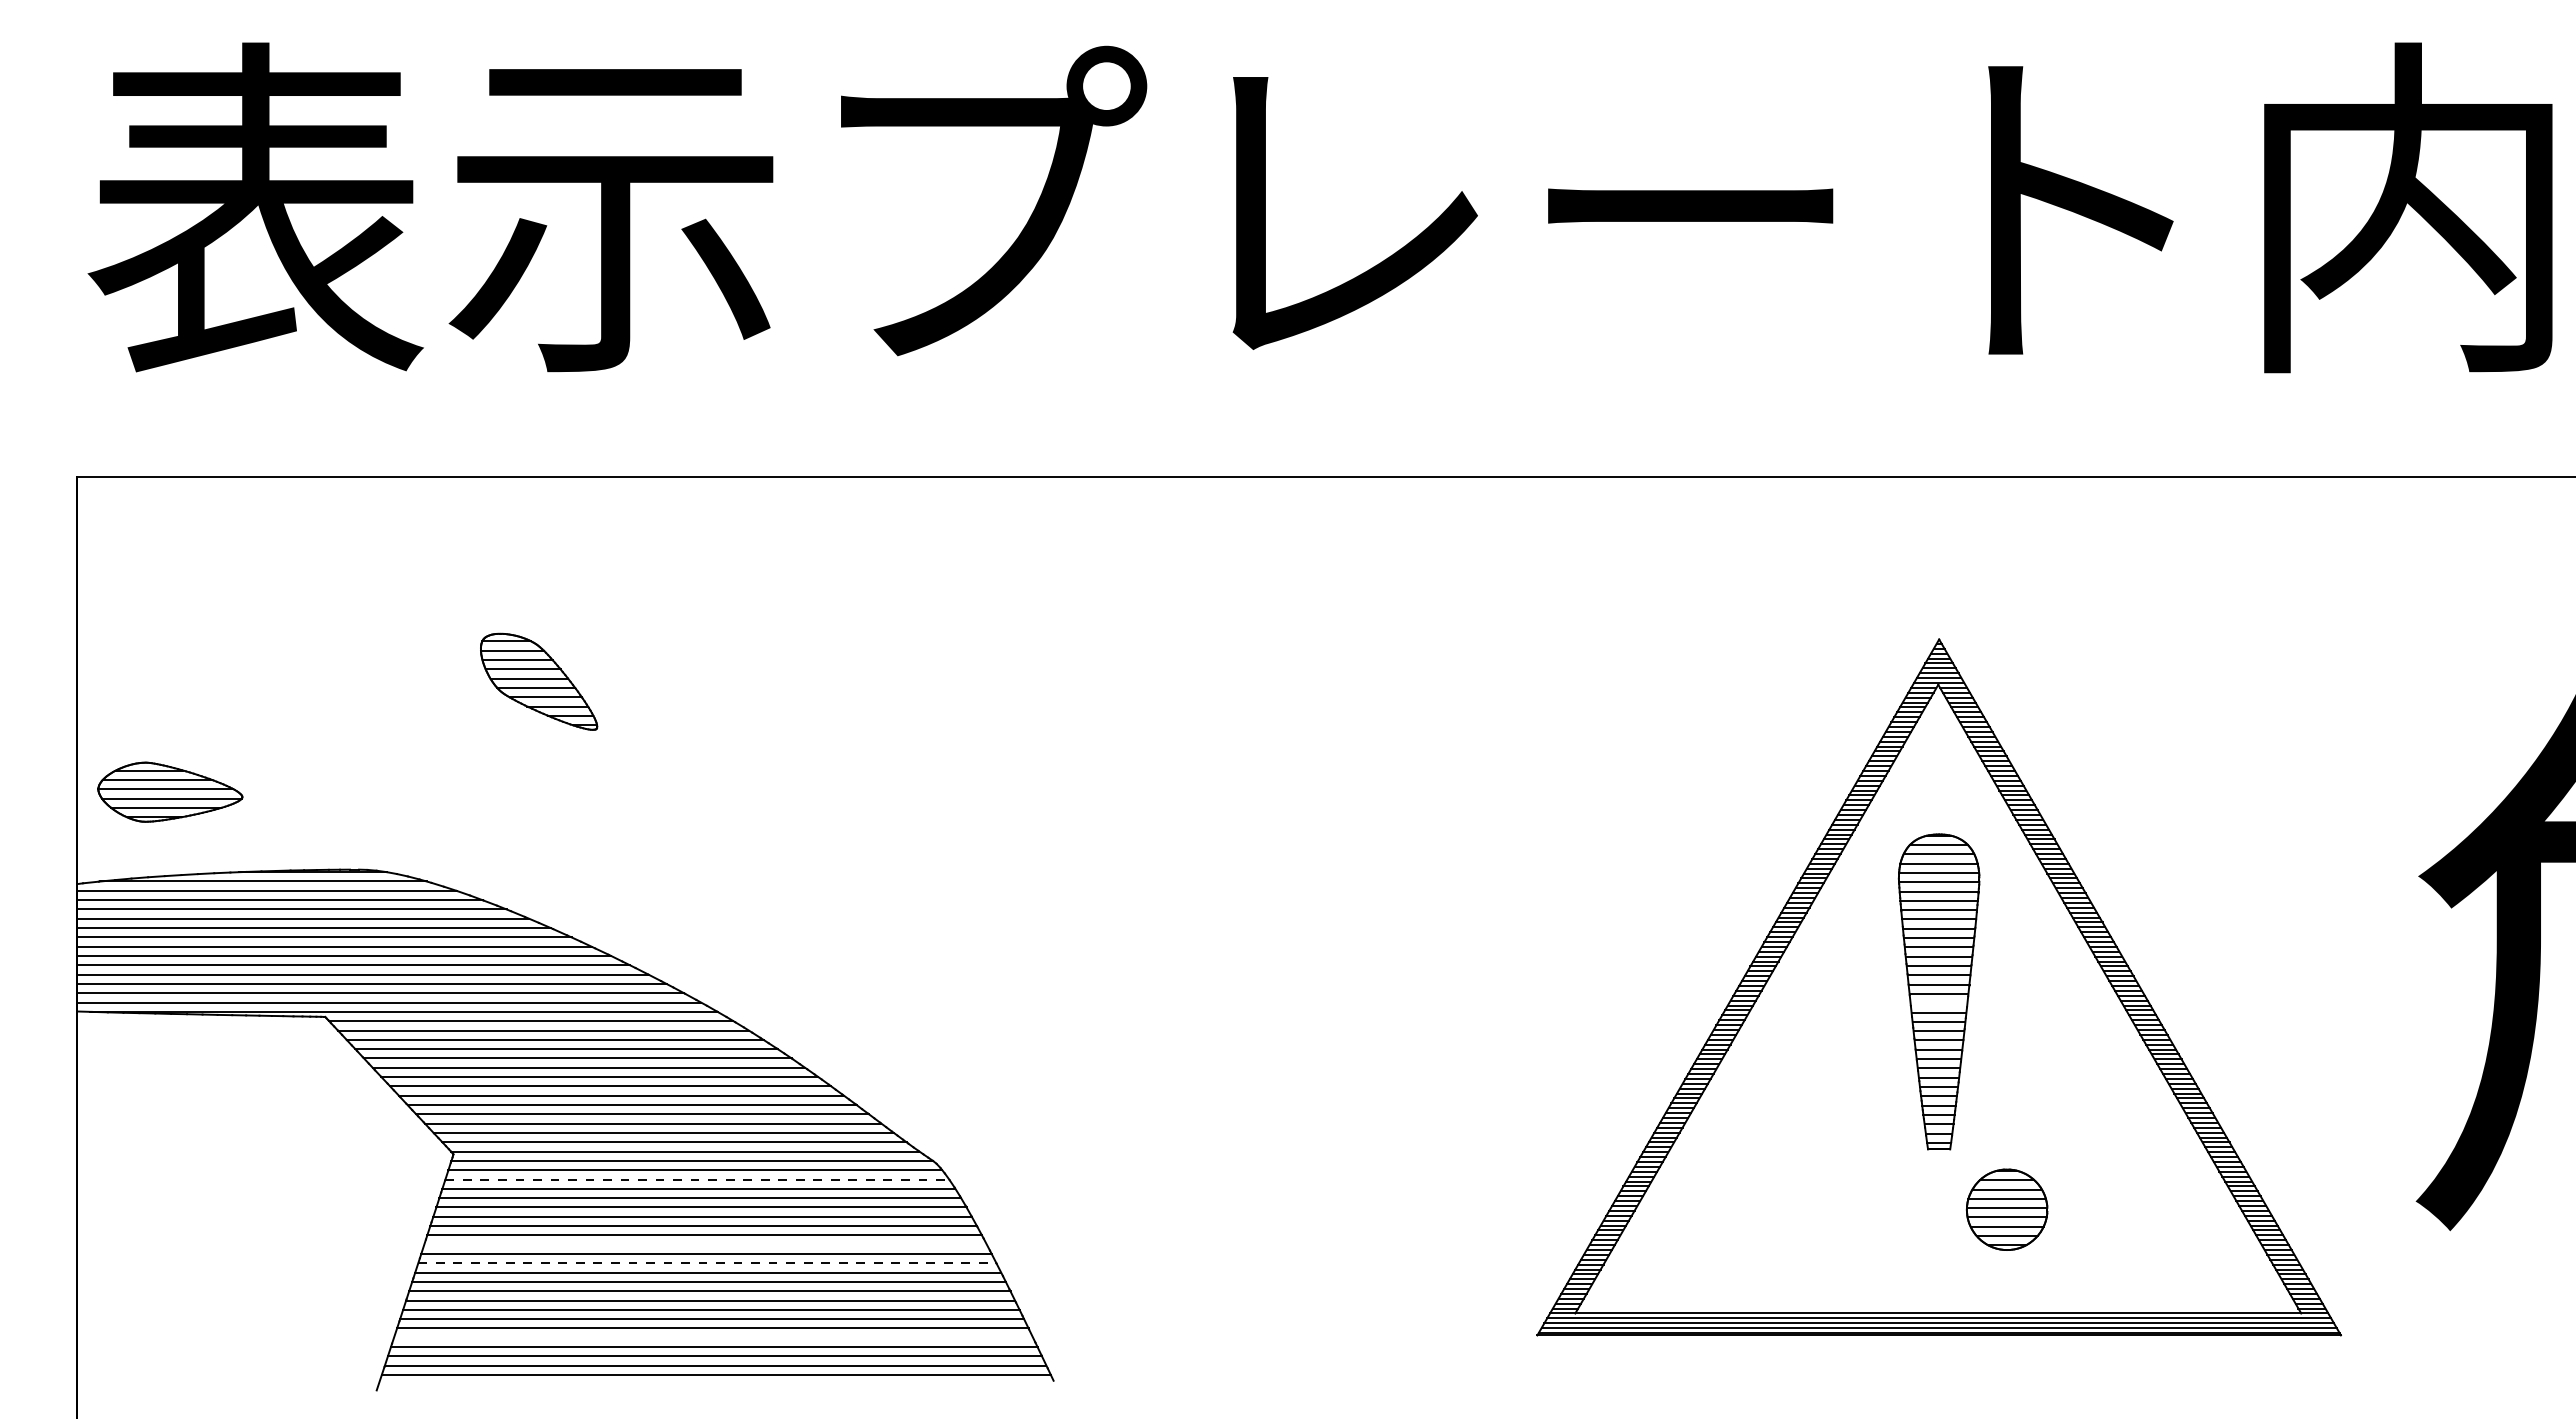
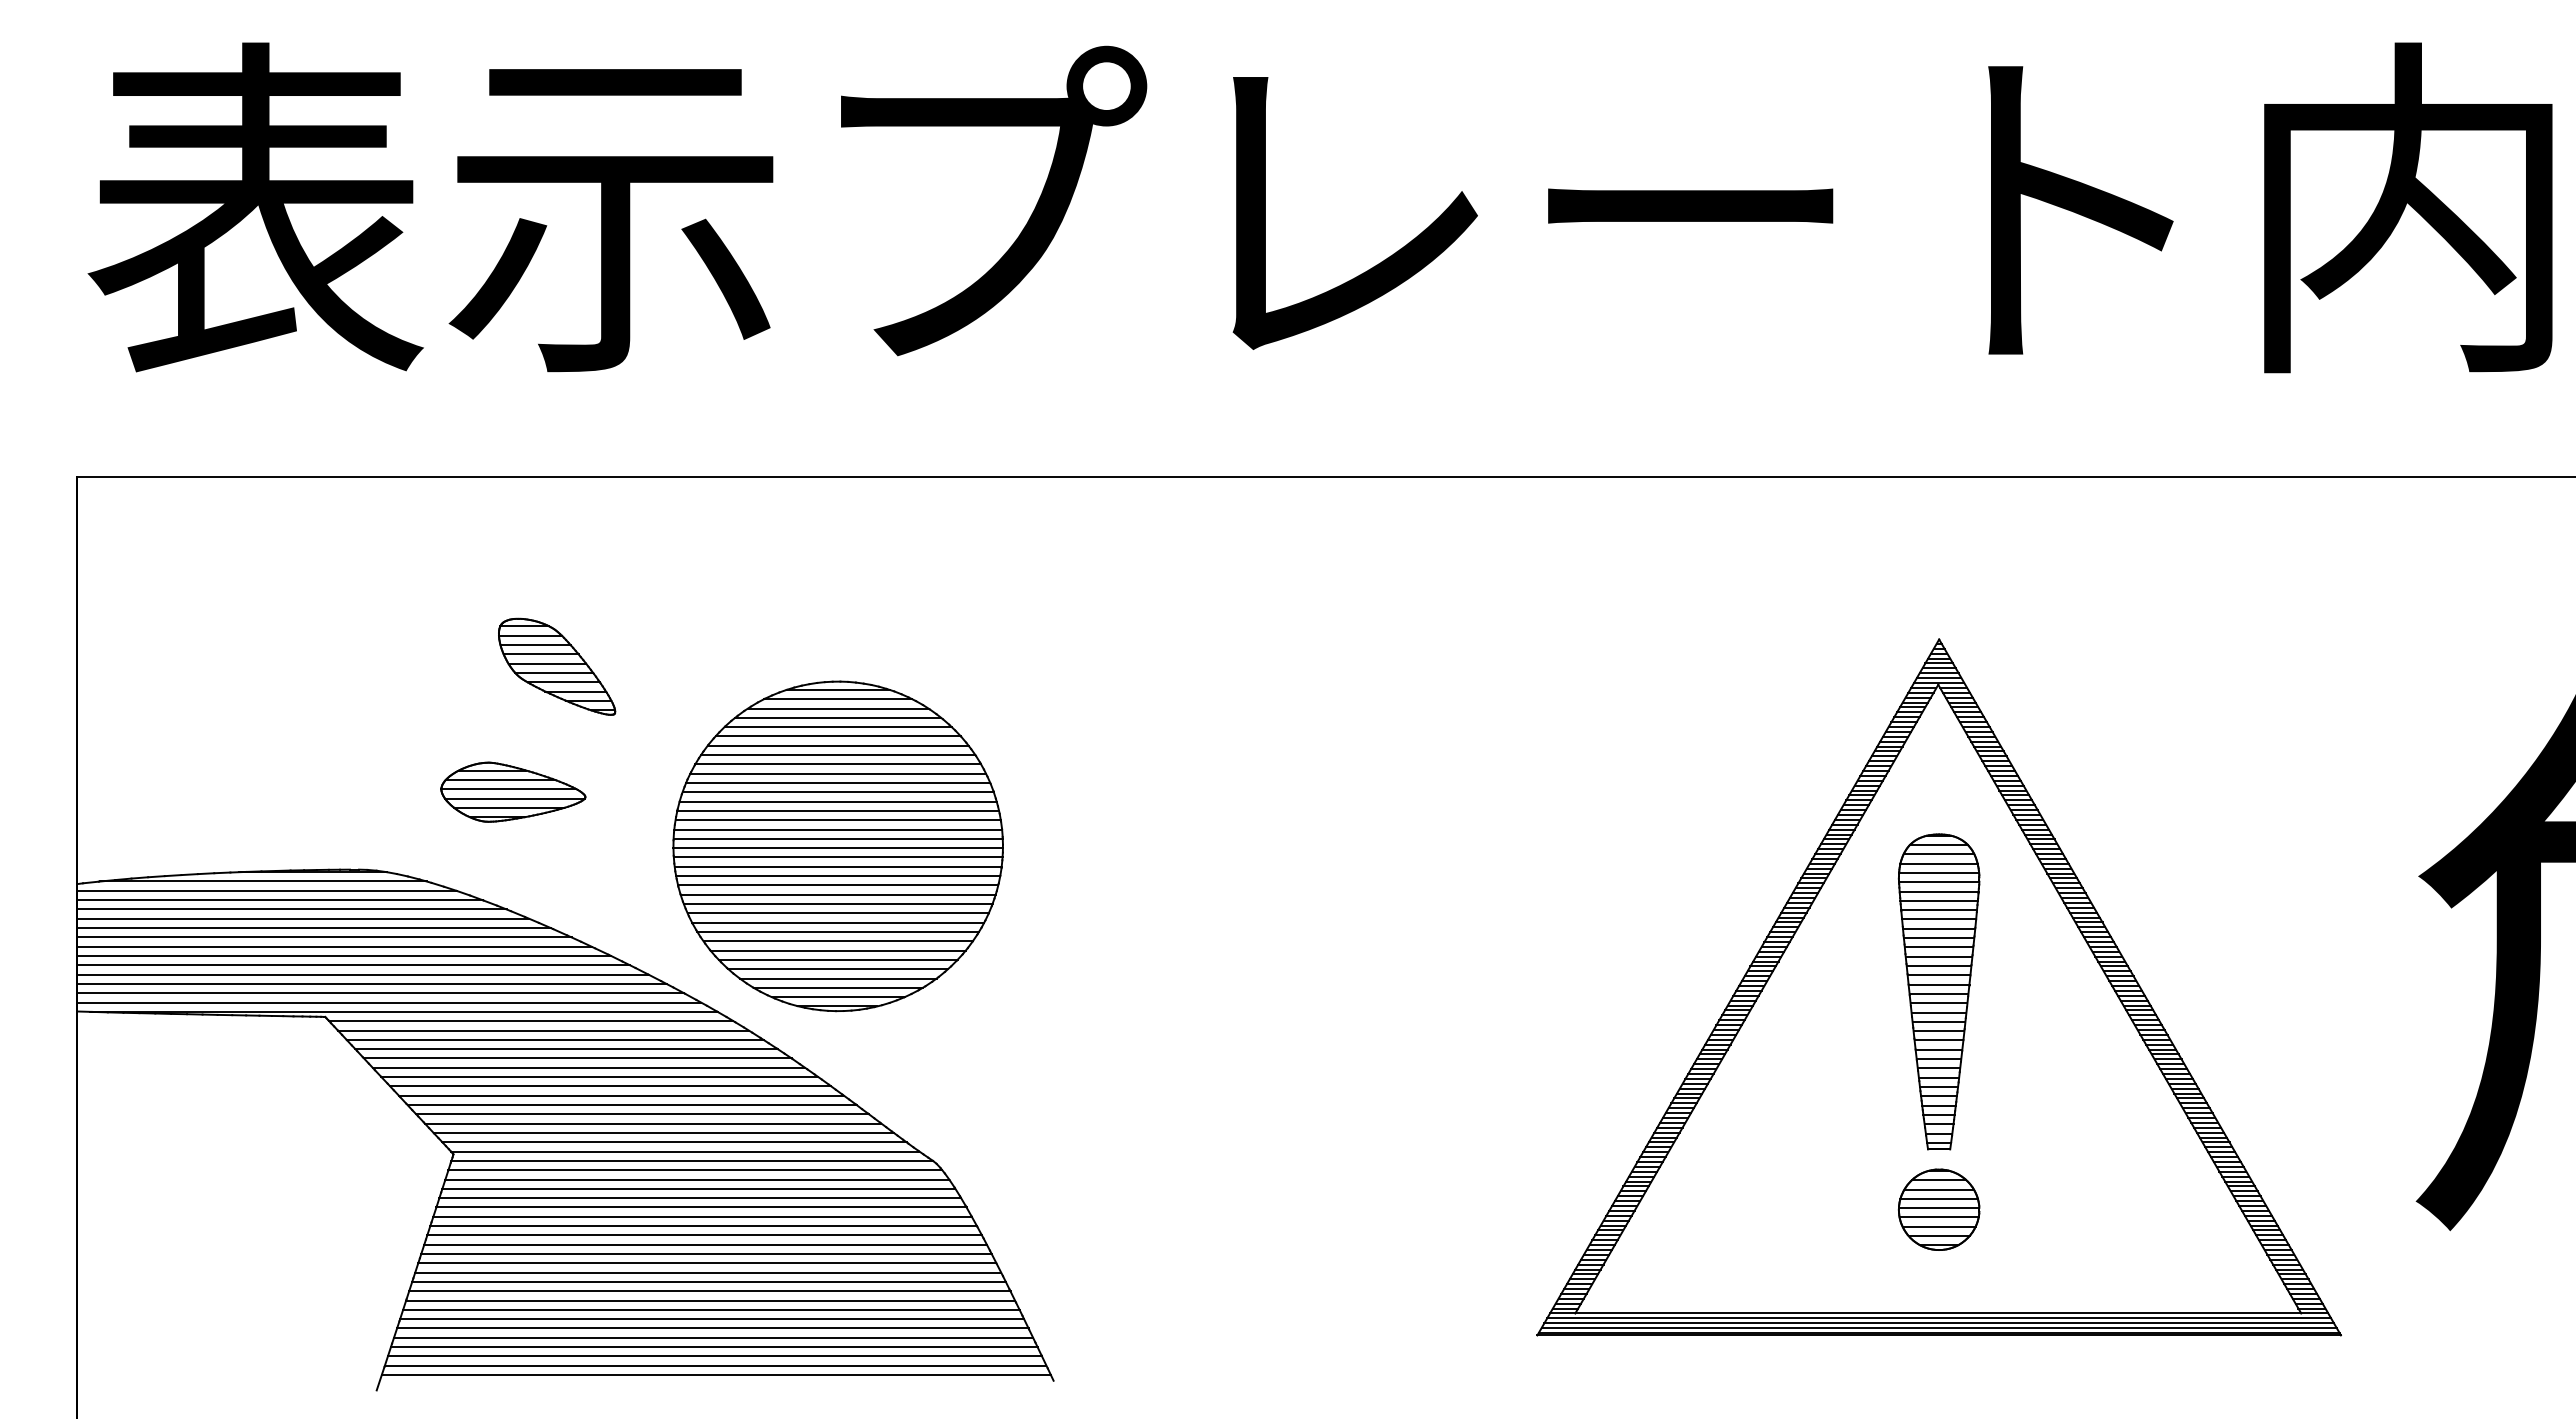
part at (539, 681) position: (539, 681) -> (557, 666)
part at (170, 791) position: (170, 791) -> (513, 791)
part at (837, 846): none -> present
line at (1938, 1003): none -> present
line at (697, 1179): dashed -> solid
part at (2006, 1209) position: (2006, 1209) -> (1938, 1209)
line at (705, 1244): none -> present
line at (707, 1263): dashed -> solid
line at (713, 1337): none -> present
